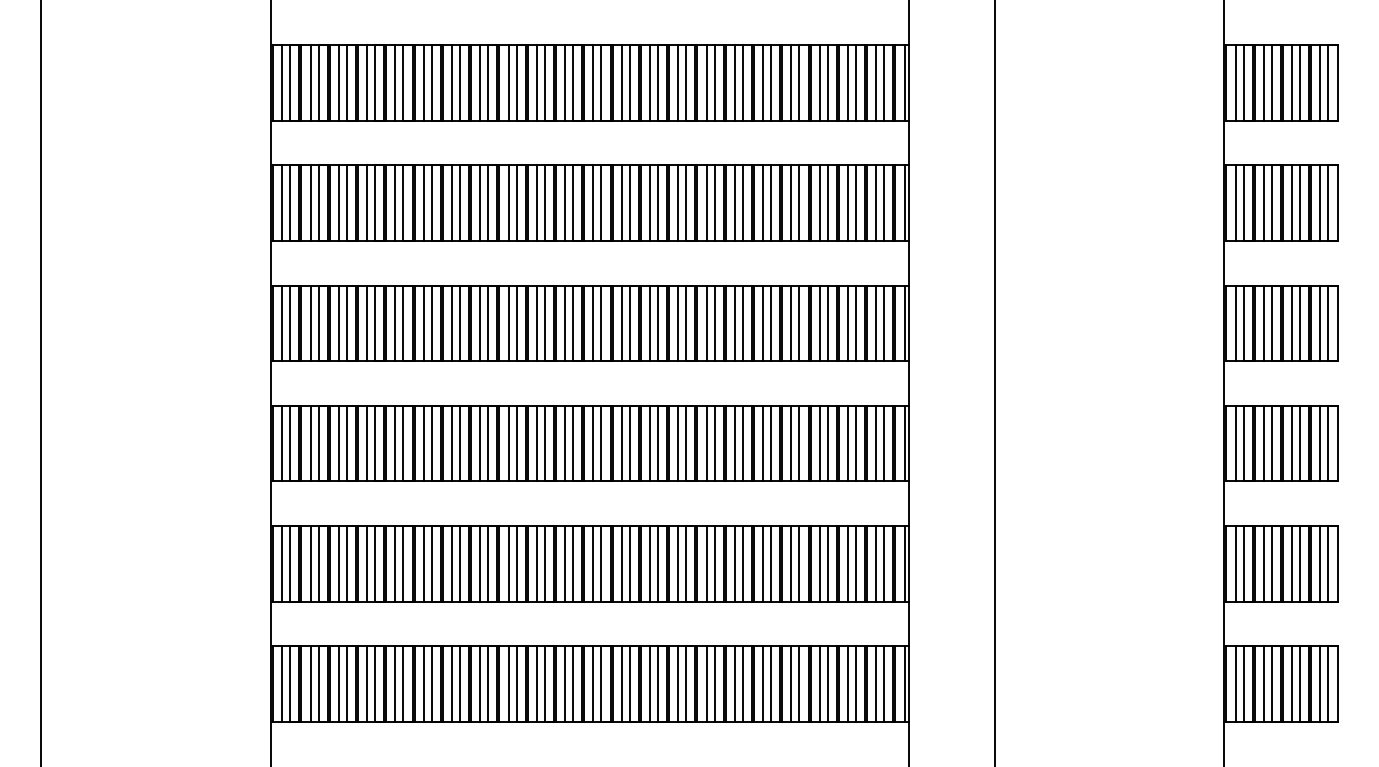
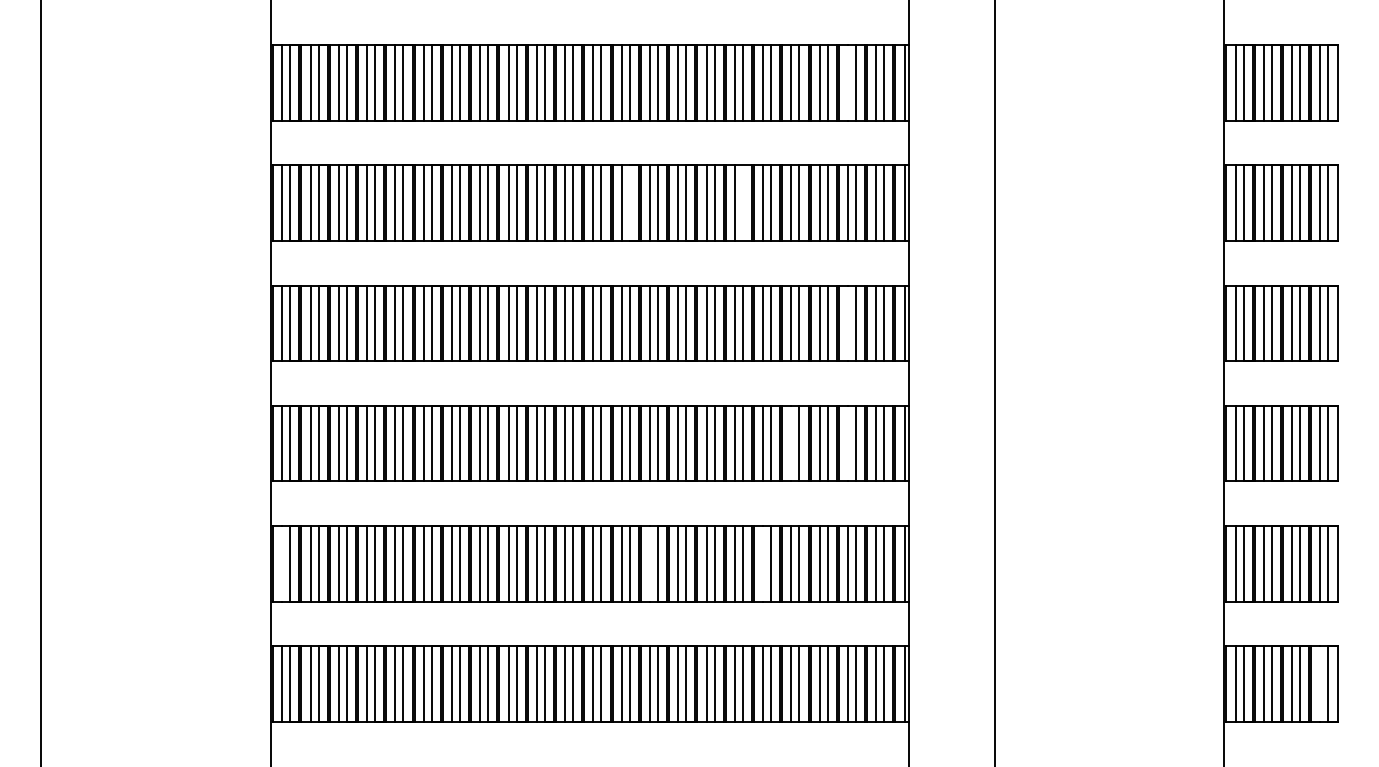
line at (847, 82): present -> none
line at (629, 203): present -> none
line at (742, 203): present -> none
line at (847, 323): present -> none
line at (791, 443): present -> none
line at (847, 443): present -> none
line at (282, 563): present -> none
line at (649, 563): present -> none
line at (763, 563): present -> none
line at (1320, 683): present -> none
